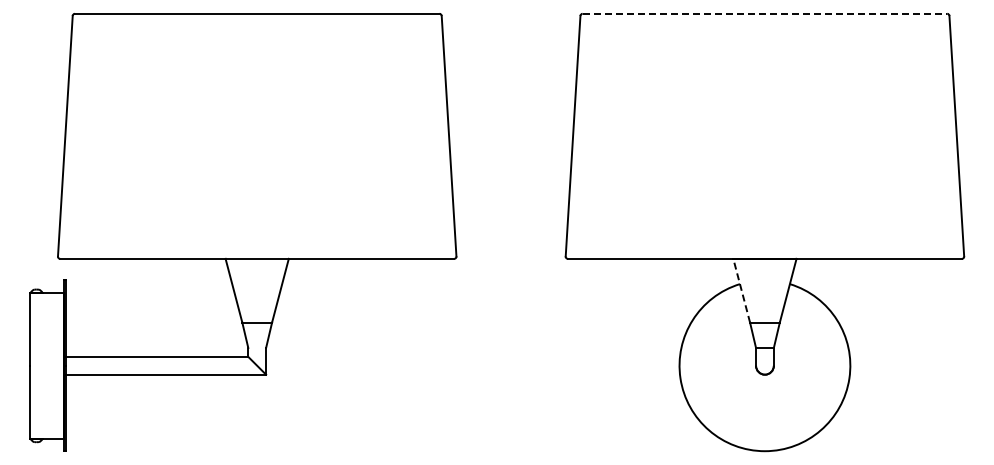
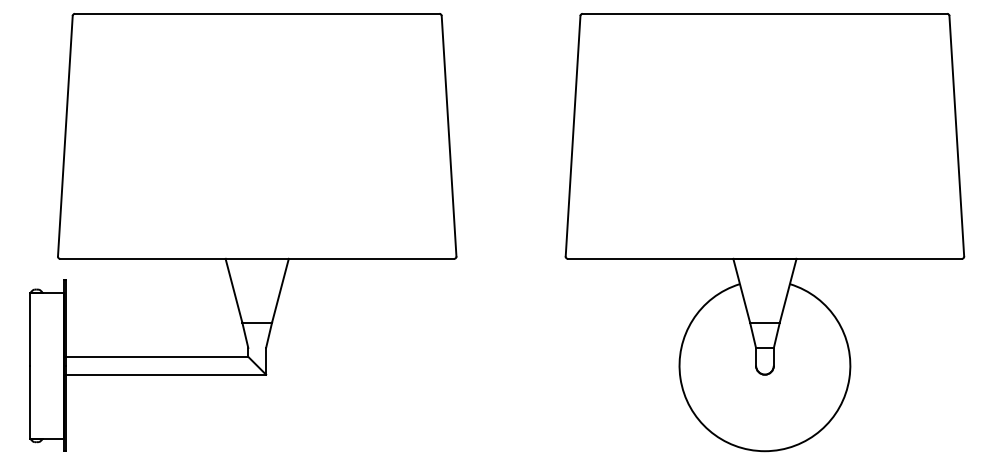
line at (765, 13): dashed -> solid
line at (741, 290): dashed -> solid
